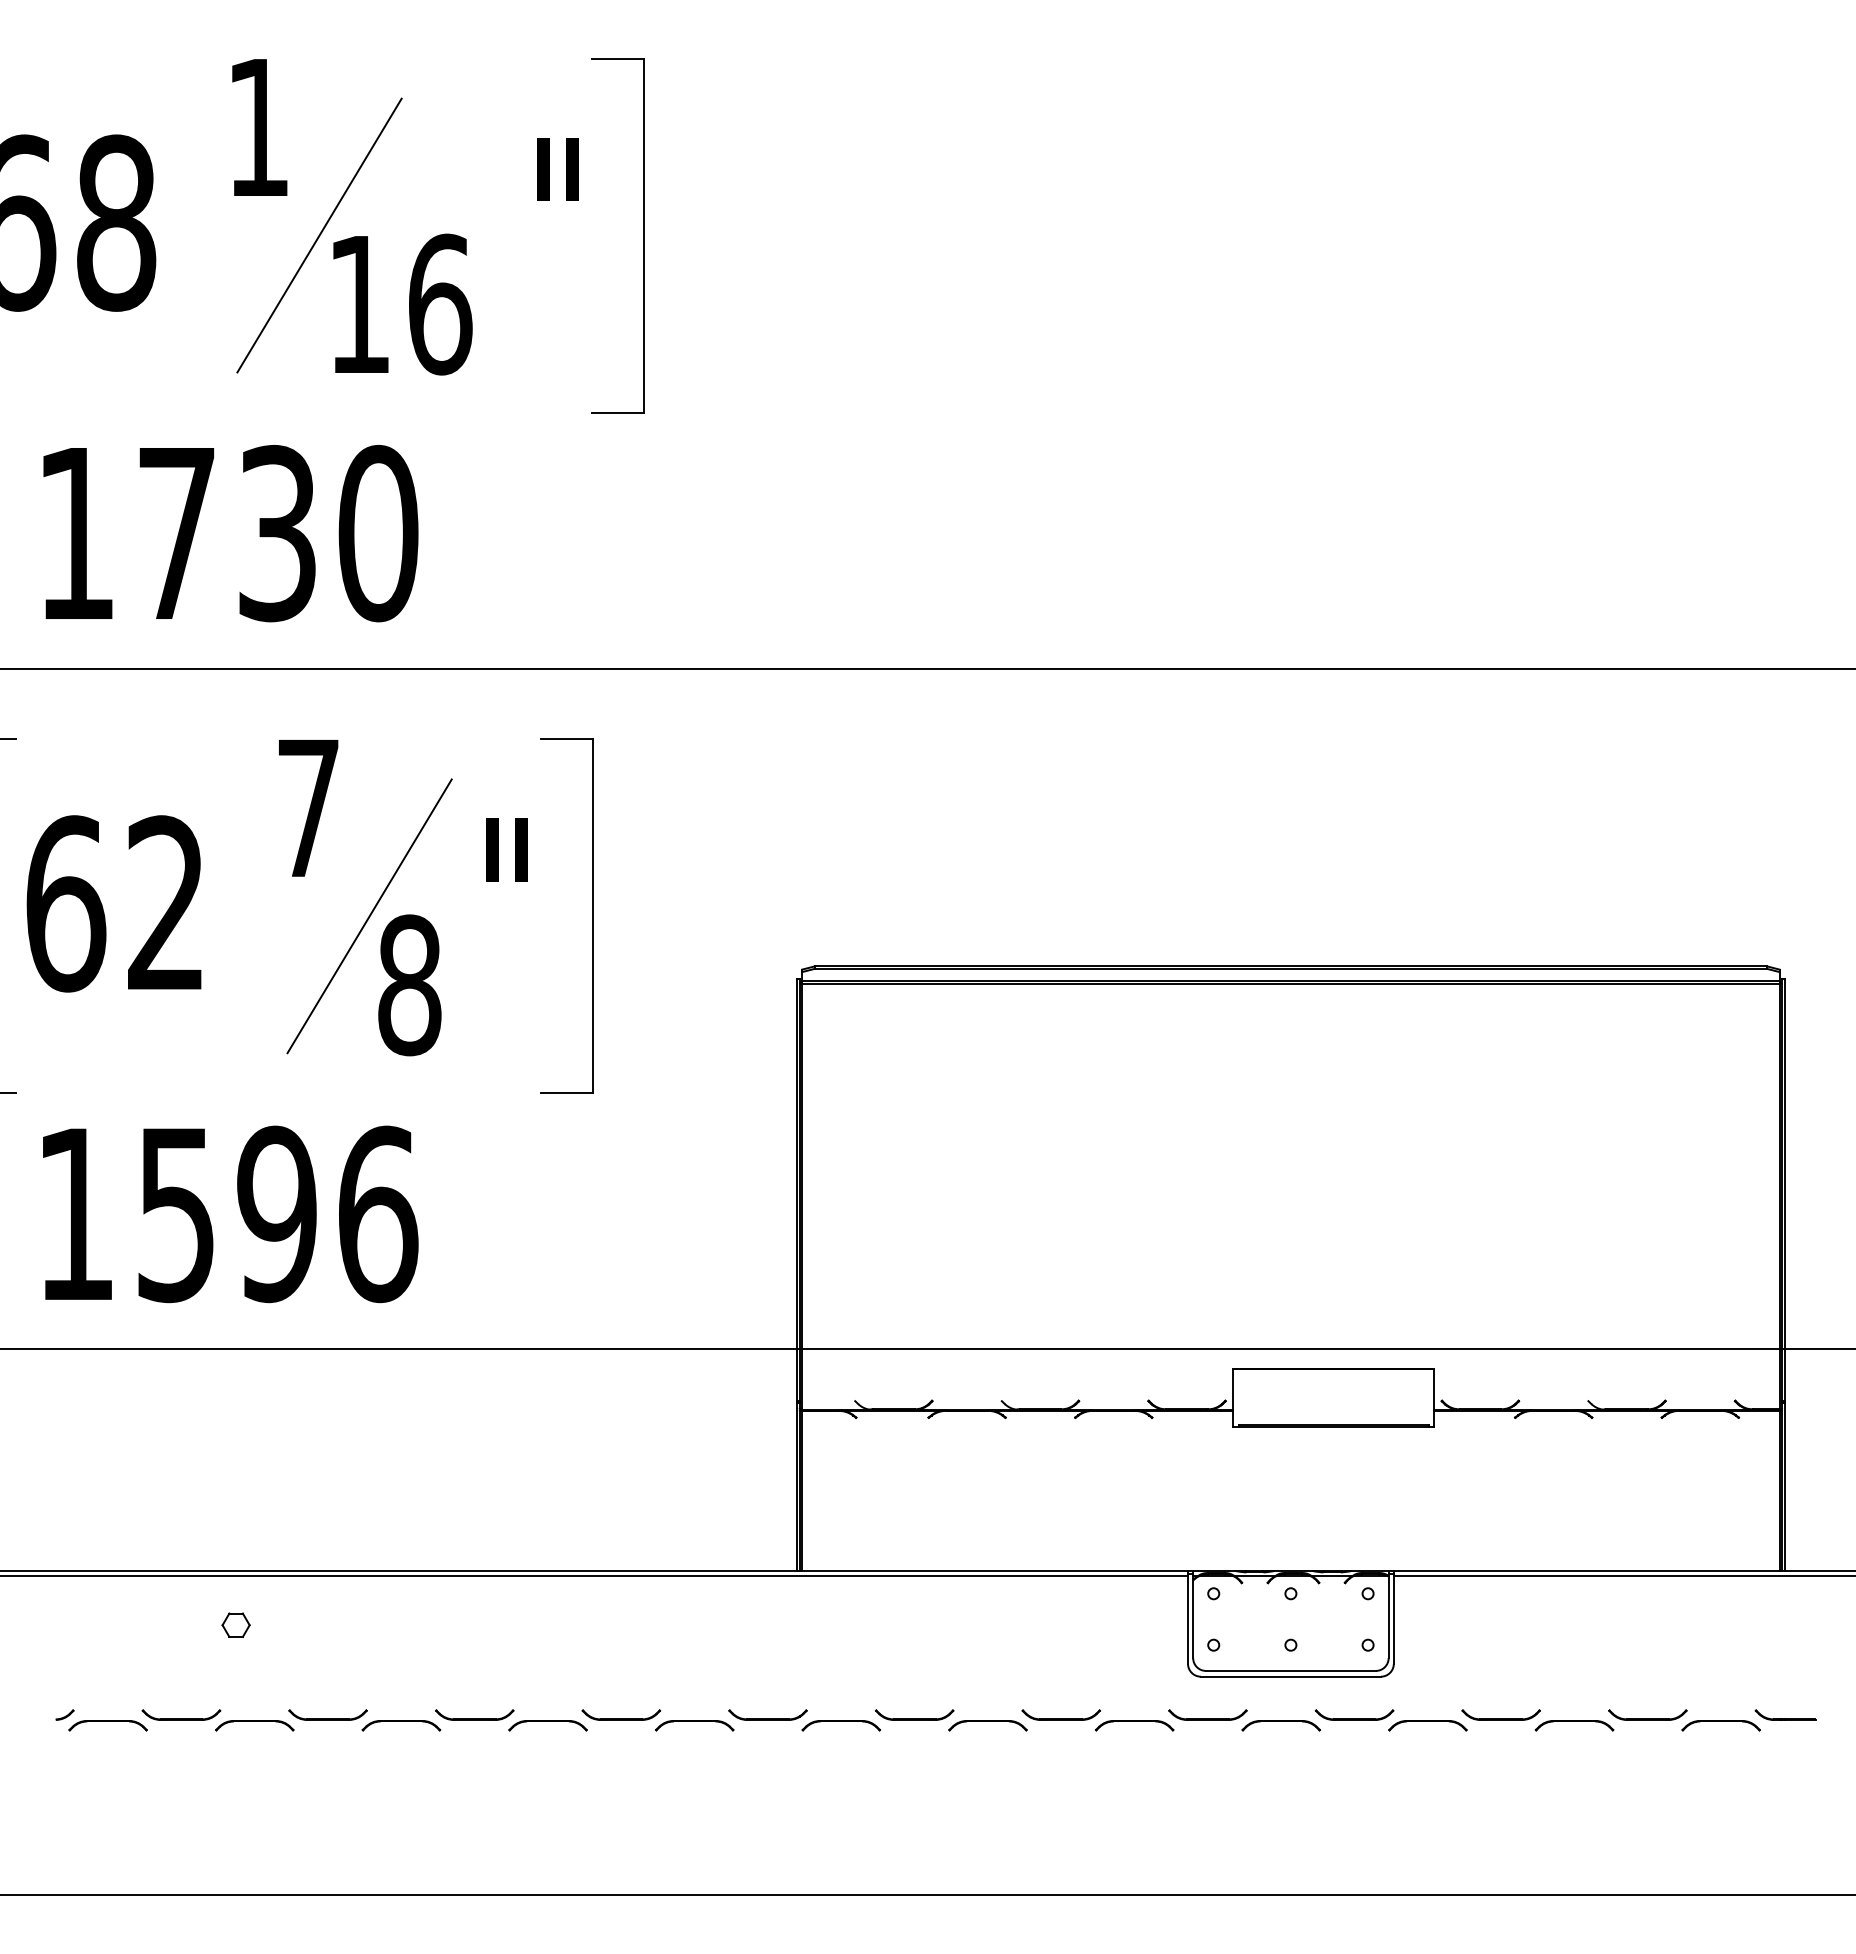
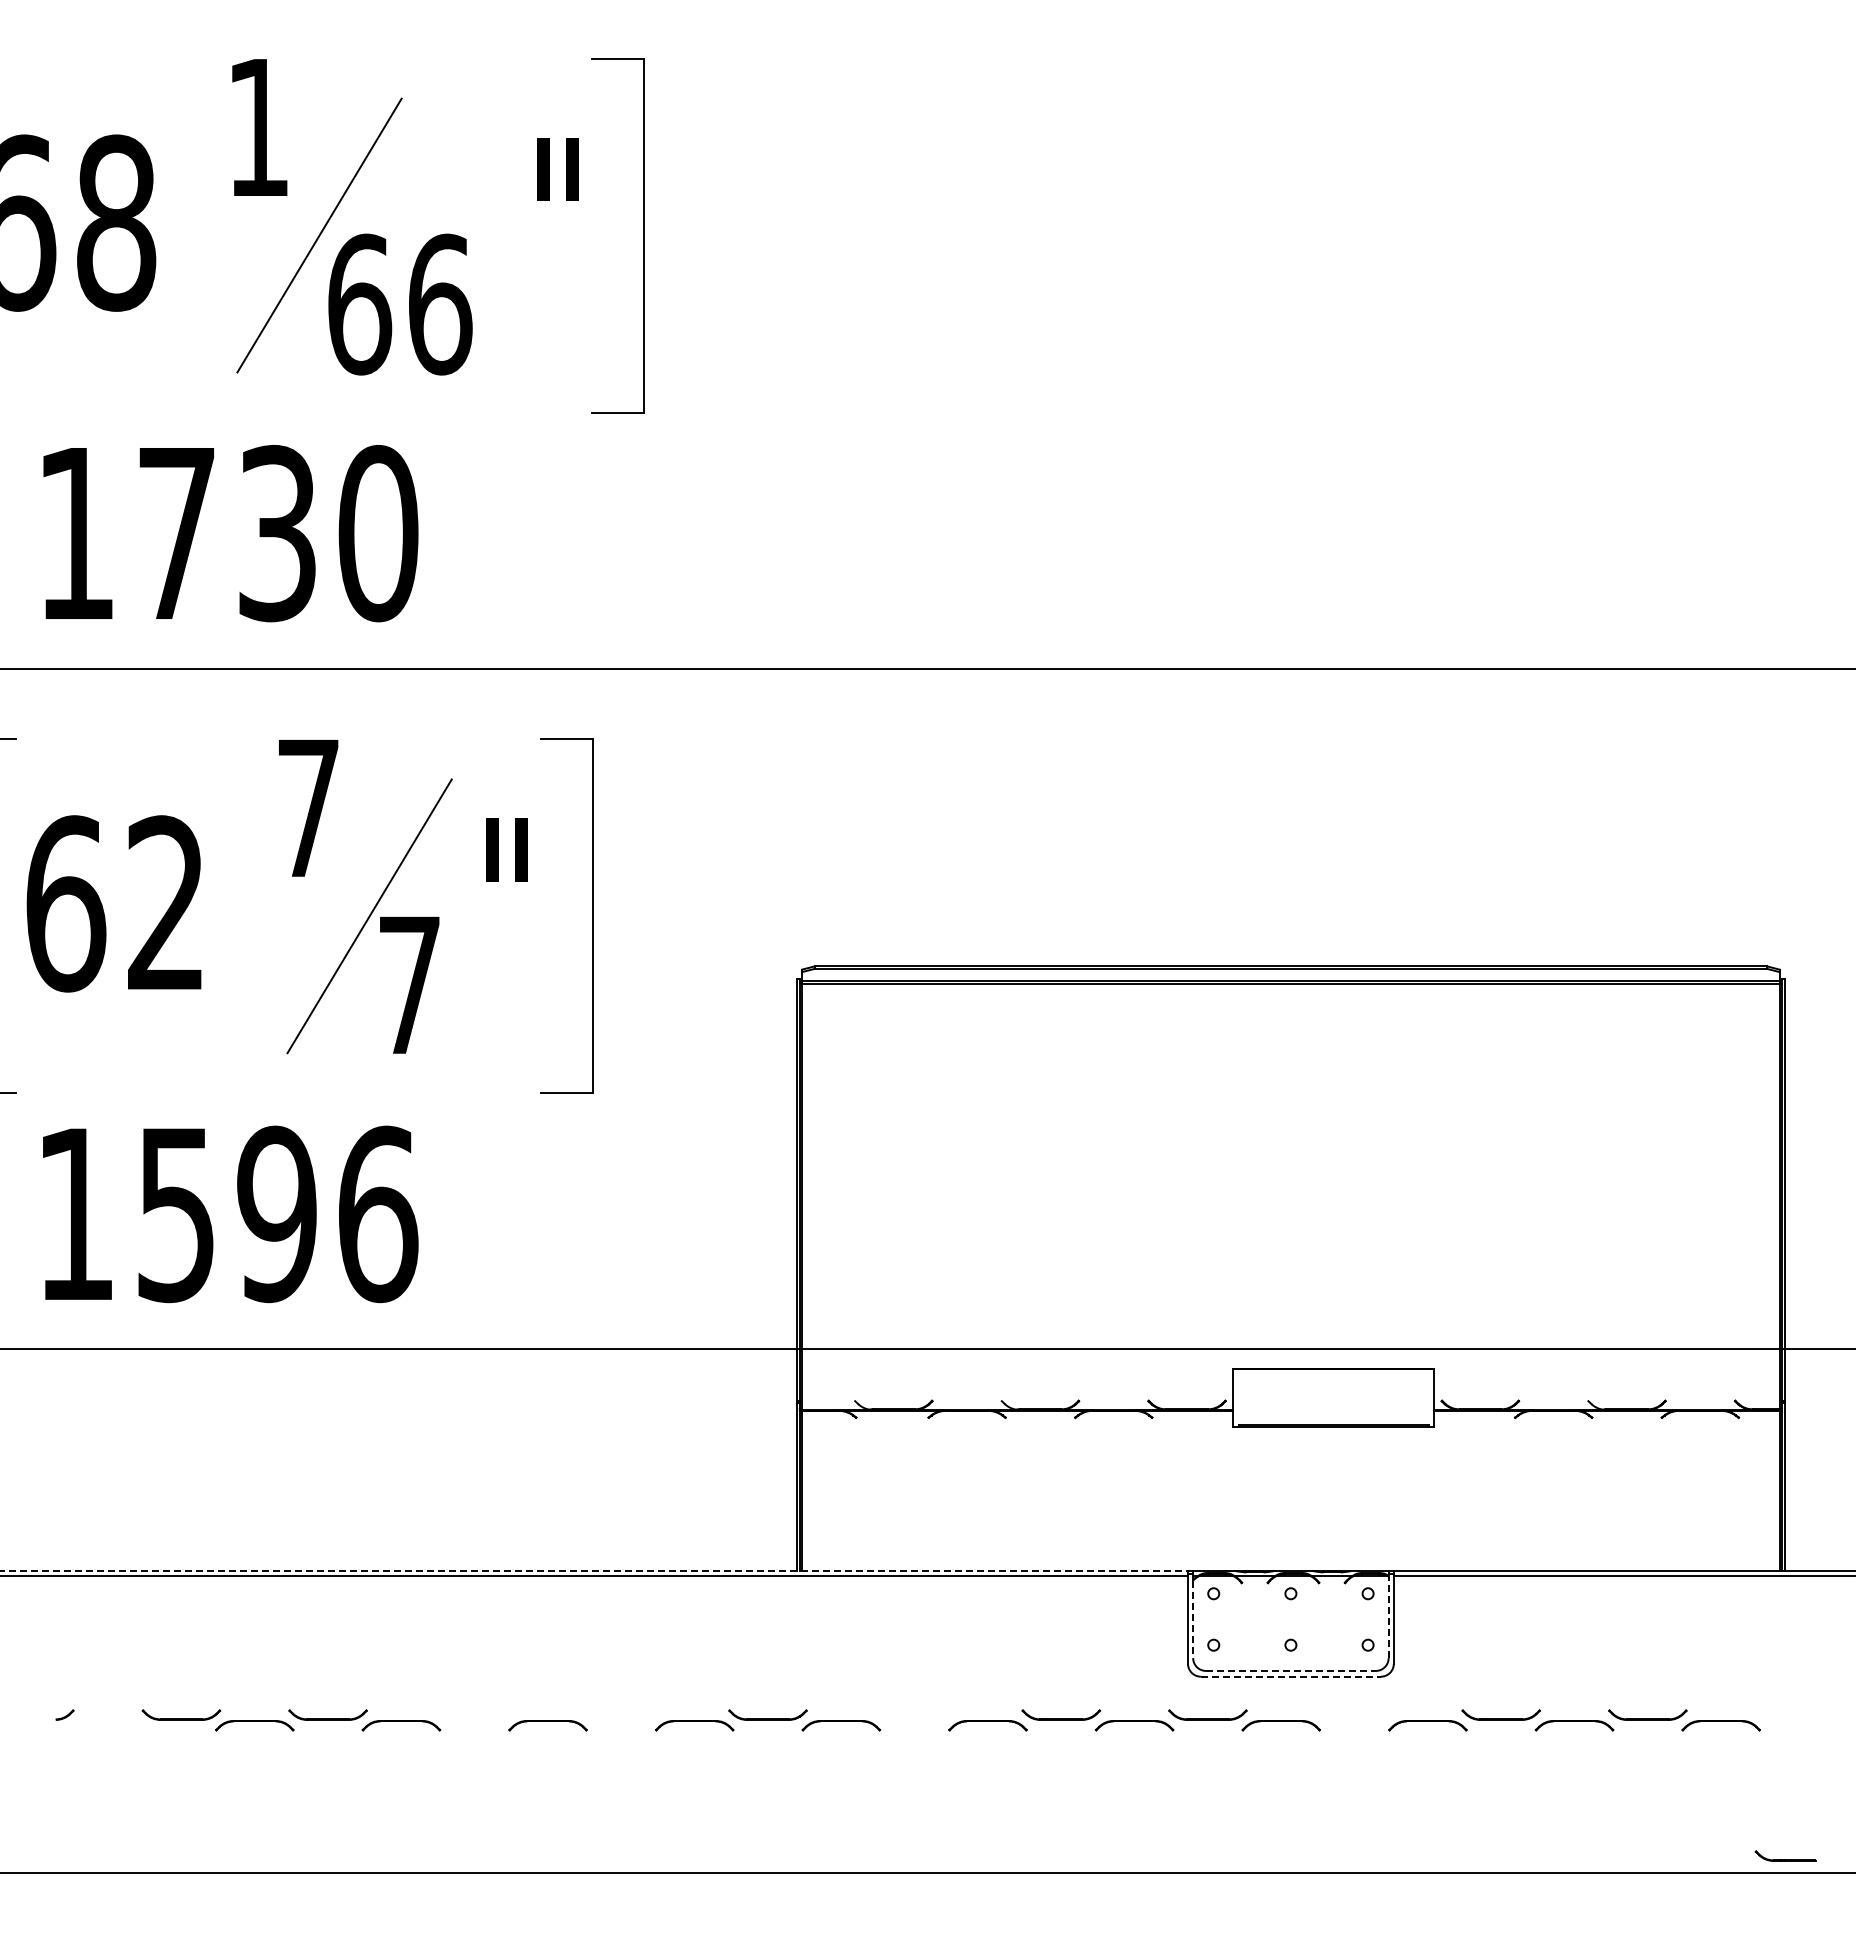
text at (360, 304): 16 -> 66
text at (409, 985): 8 -> 7
line at (594, 1571): solid -> dashed
line at (1388, 1617): solid -> dashed
line at (1193, 1619): solid -> dashed
part at (235, 1624): present -> none
line at (1290, 1670): solid -> dashed
line at (1291, 1676): solid -> dashed
part at (474, 1714): present -> none
part at (621, 1714): present -> none
part at (914, 1714): present -> none
part at (1354, 1714): present -> none
part at (1785, 1714) position: (1785, 1714) -> (1785, 1855)
part at (107, 1725): present -> none
line at (927, 1895) position: (927, 1895) -> (927, 1873)
